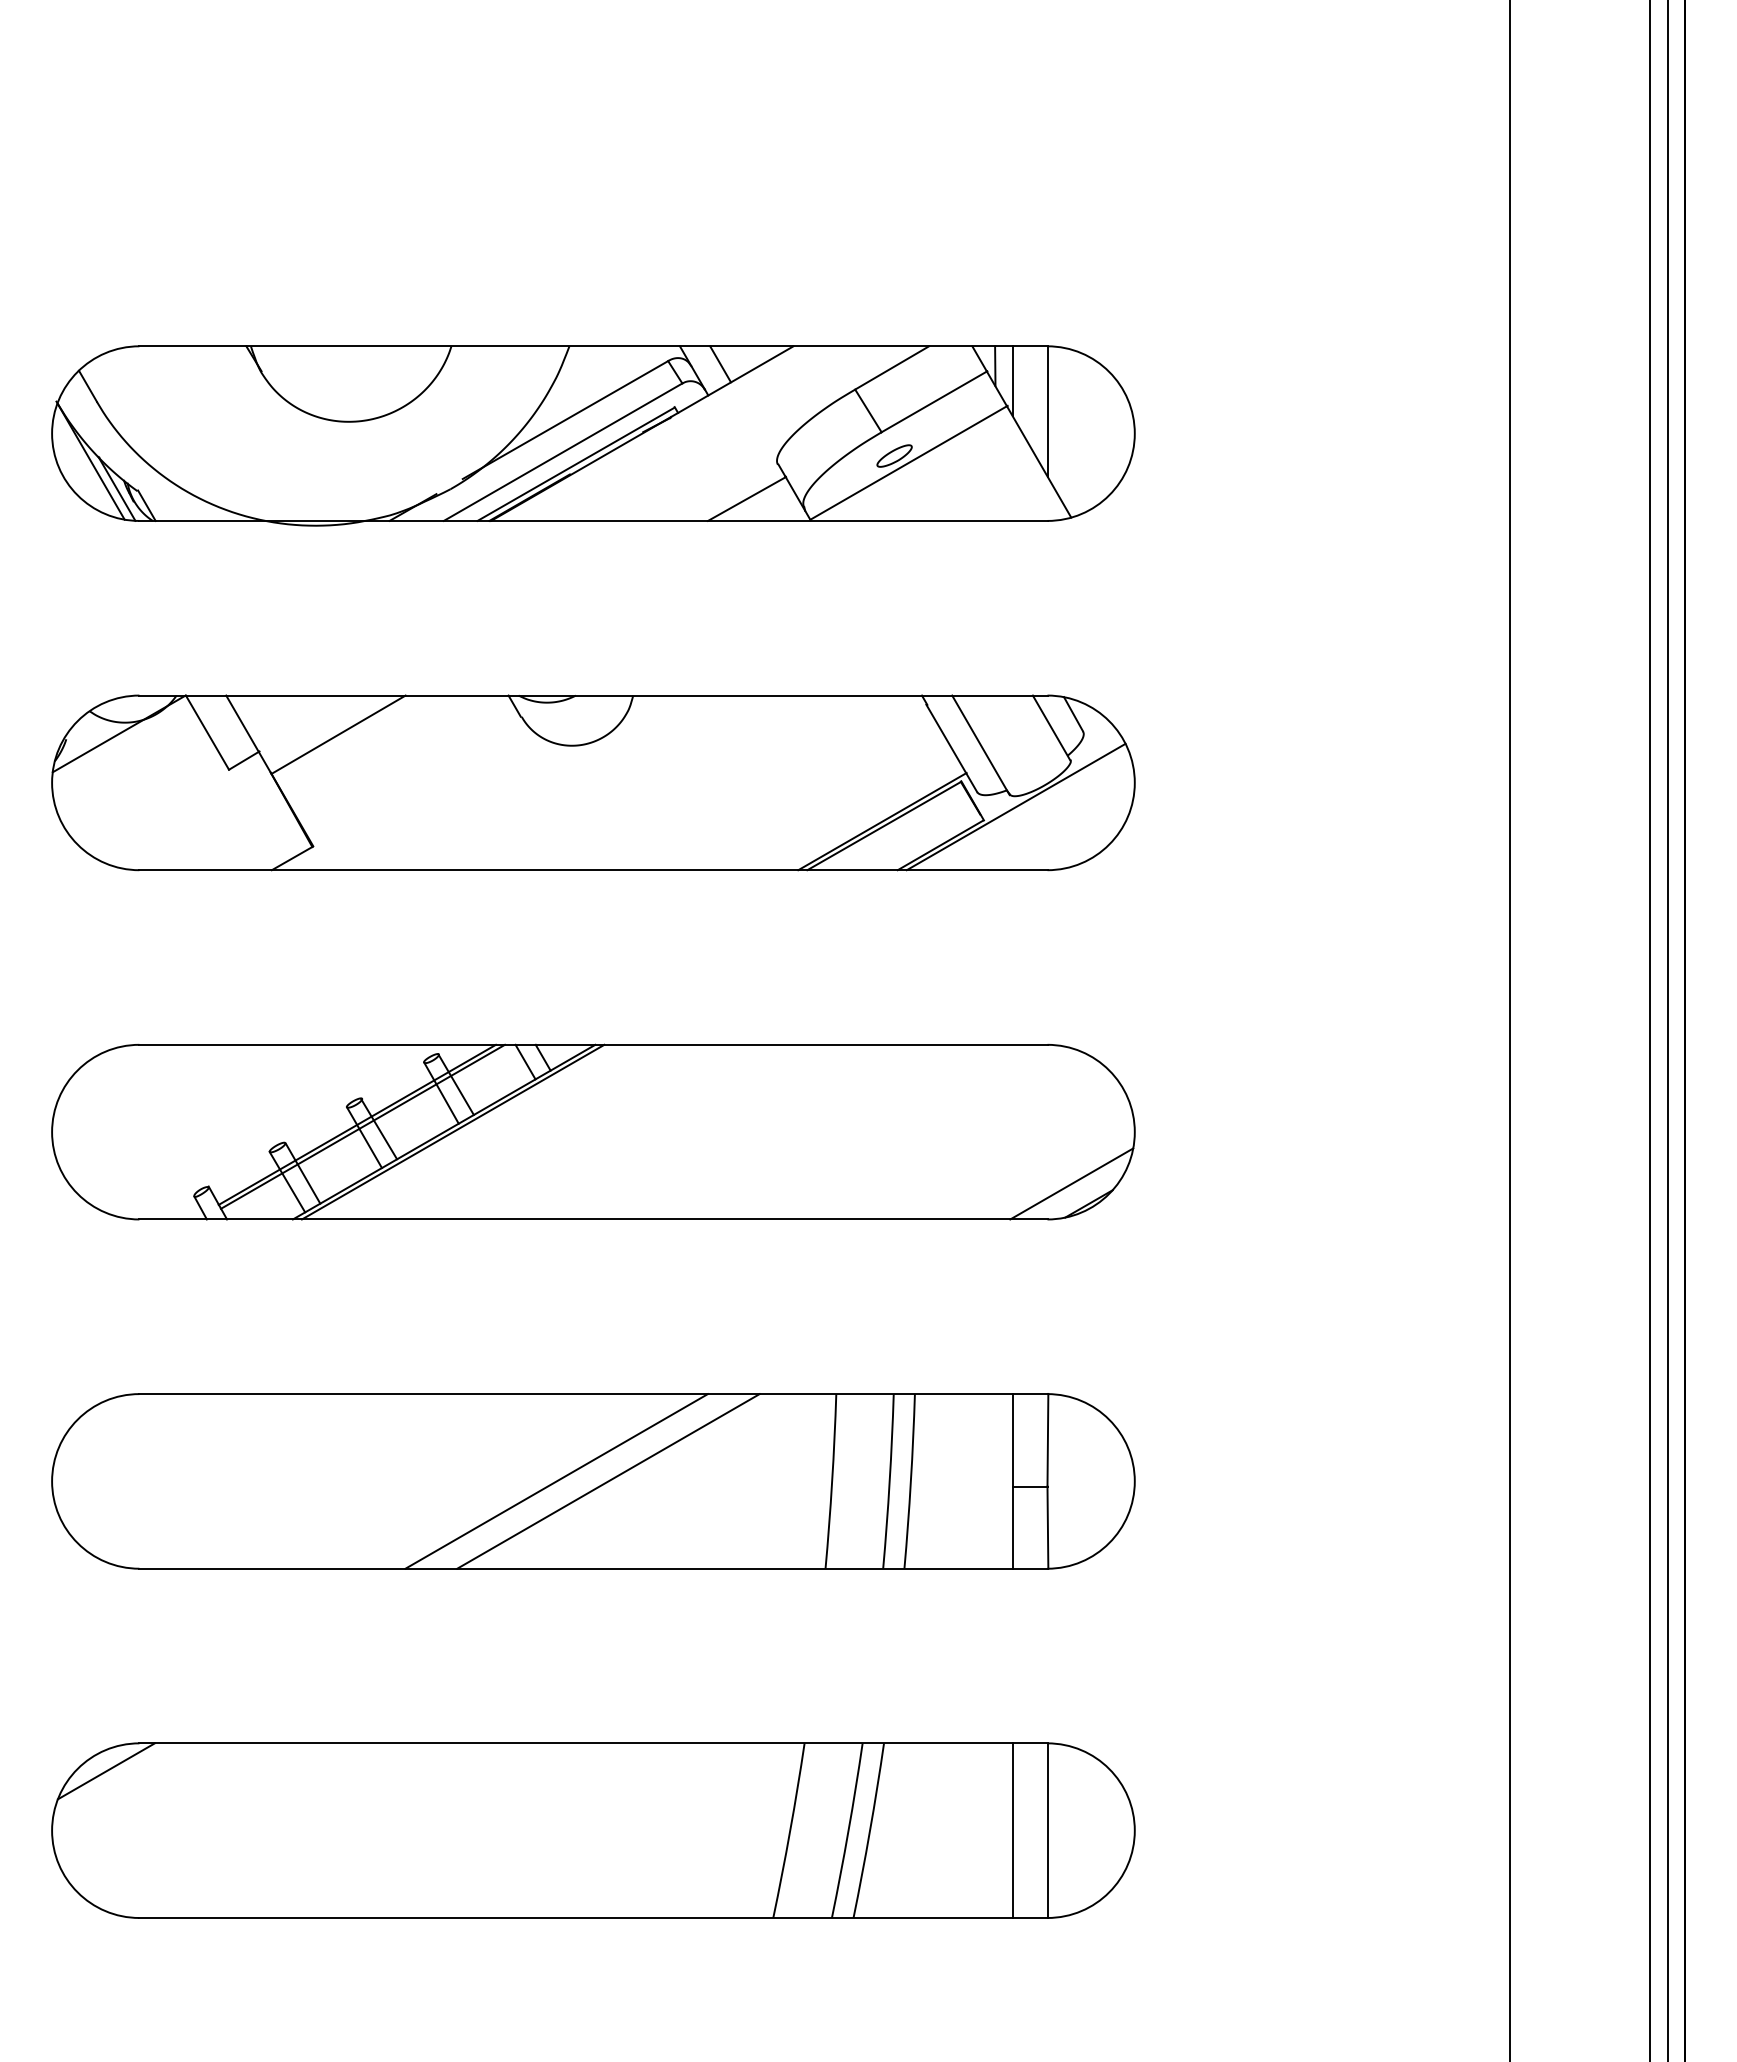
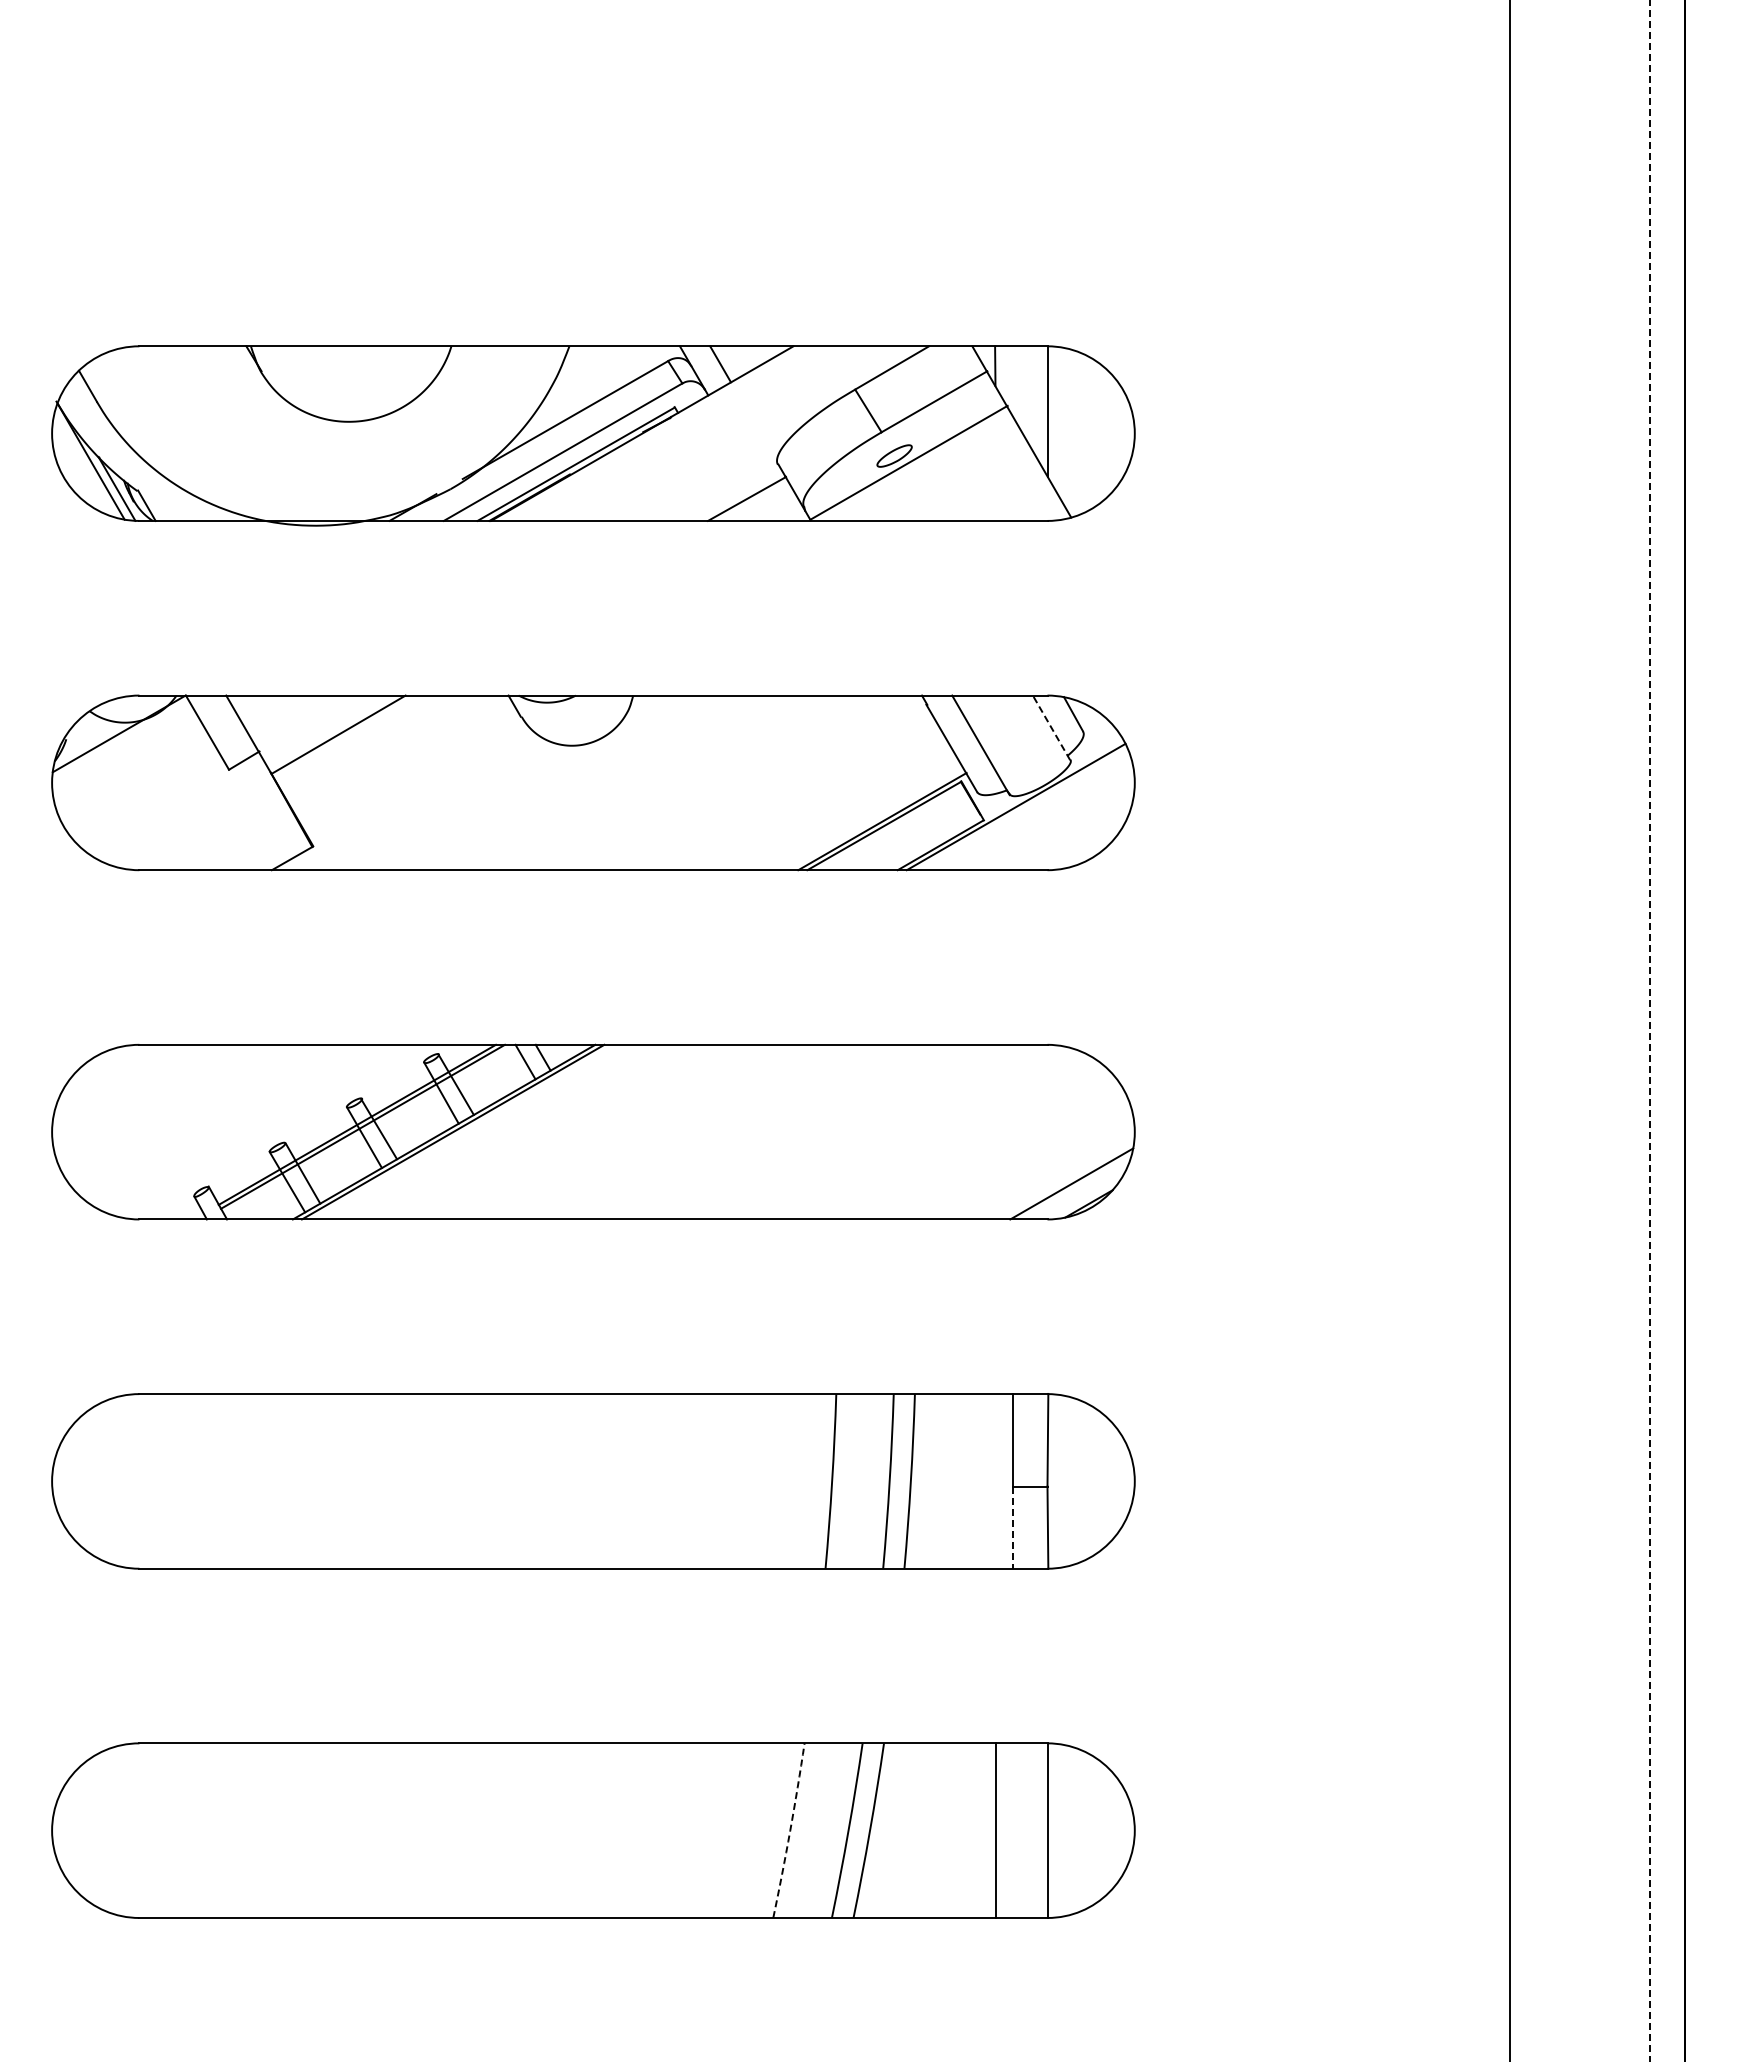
line at (1012, 380): present -> none
line at (1051, 727): solid -> dashed
line at (1668, 1030): present -> none
line at (1649, 1031): solid -> dashed
line at (556, 1481): present -> none
line at (608, 1481): present -> none
line at (1012, 1528): solid -> dashed
line at (105, 1771): present -> none
arc at (790, 1830): solid -> dashed
line at (1012, 1830) position: (1012, 1830) -> (995, 1830)
